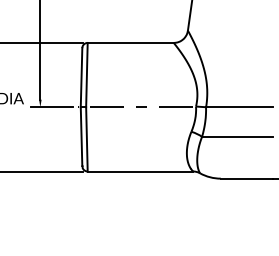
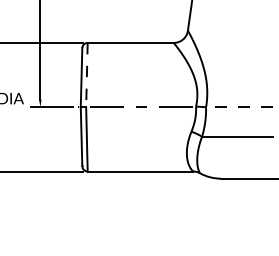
line at (86, 75): solid -> dashed
line at (238, 107): solid -> dashed
